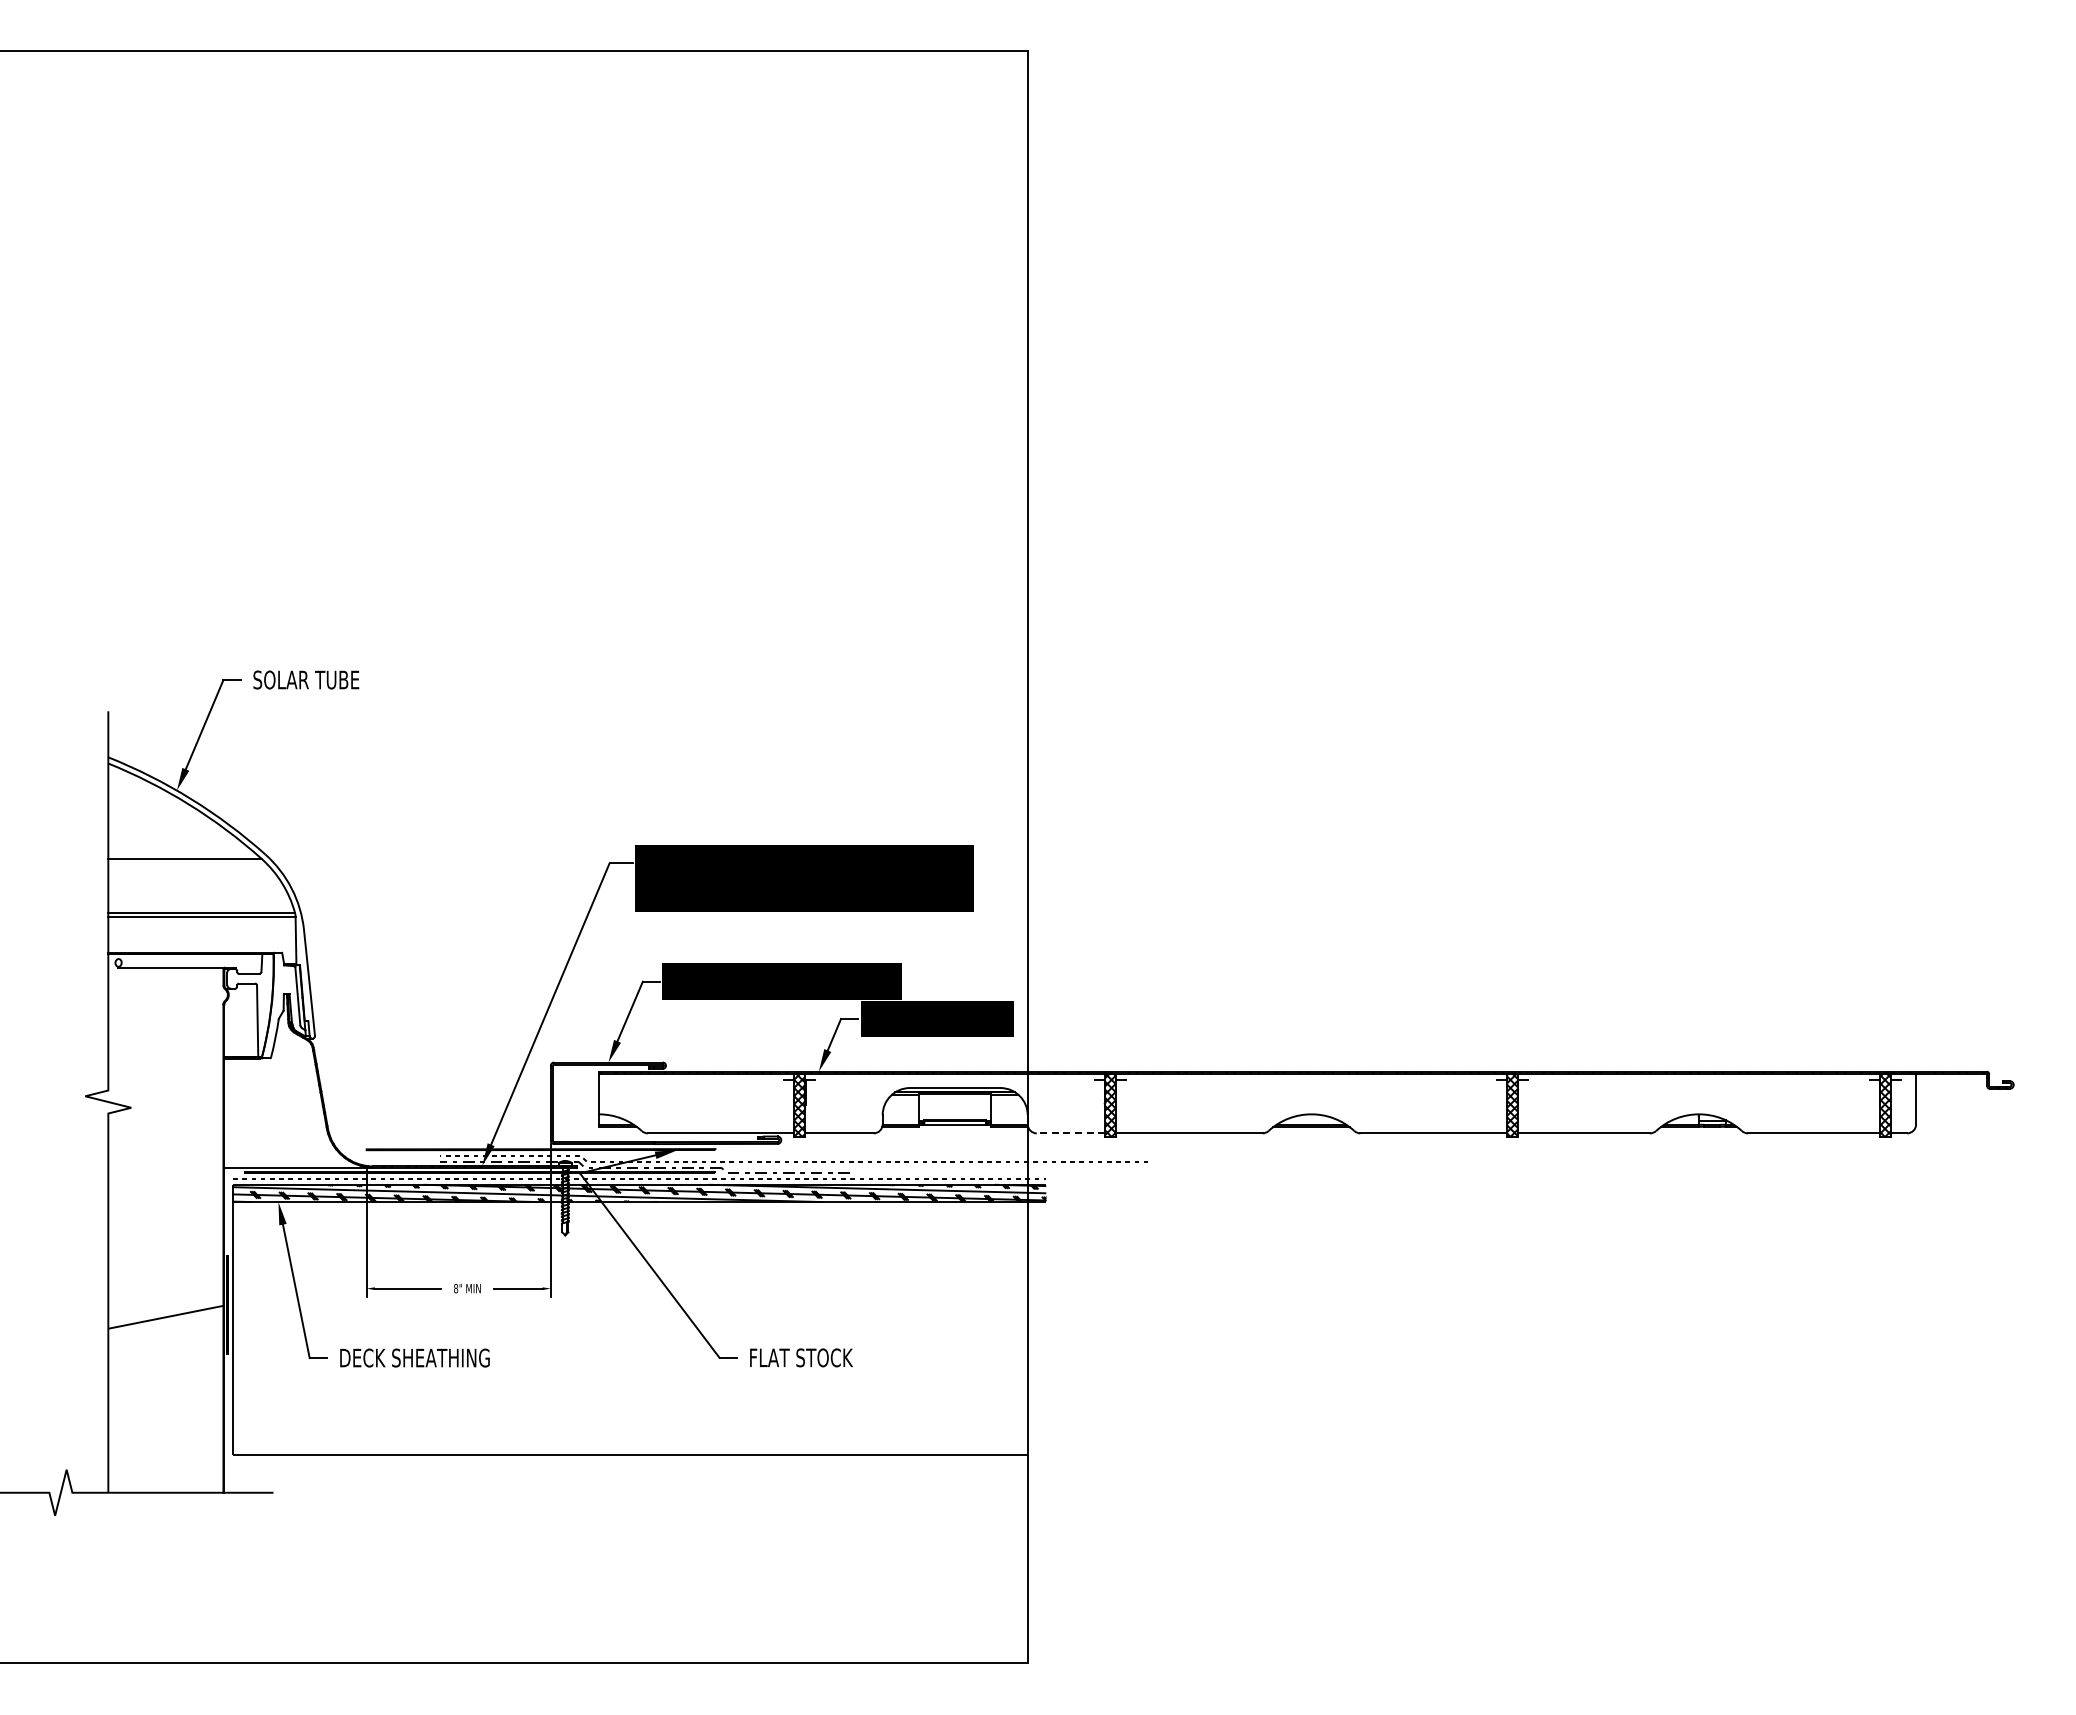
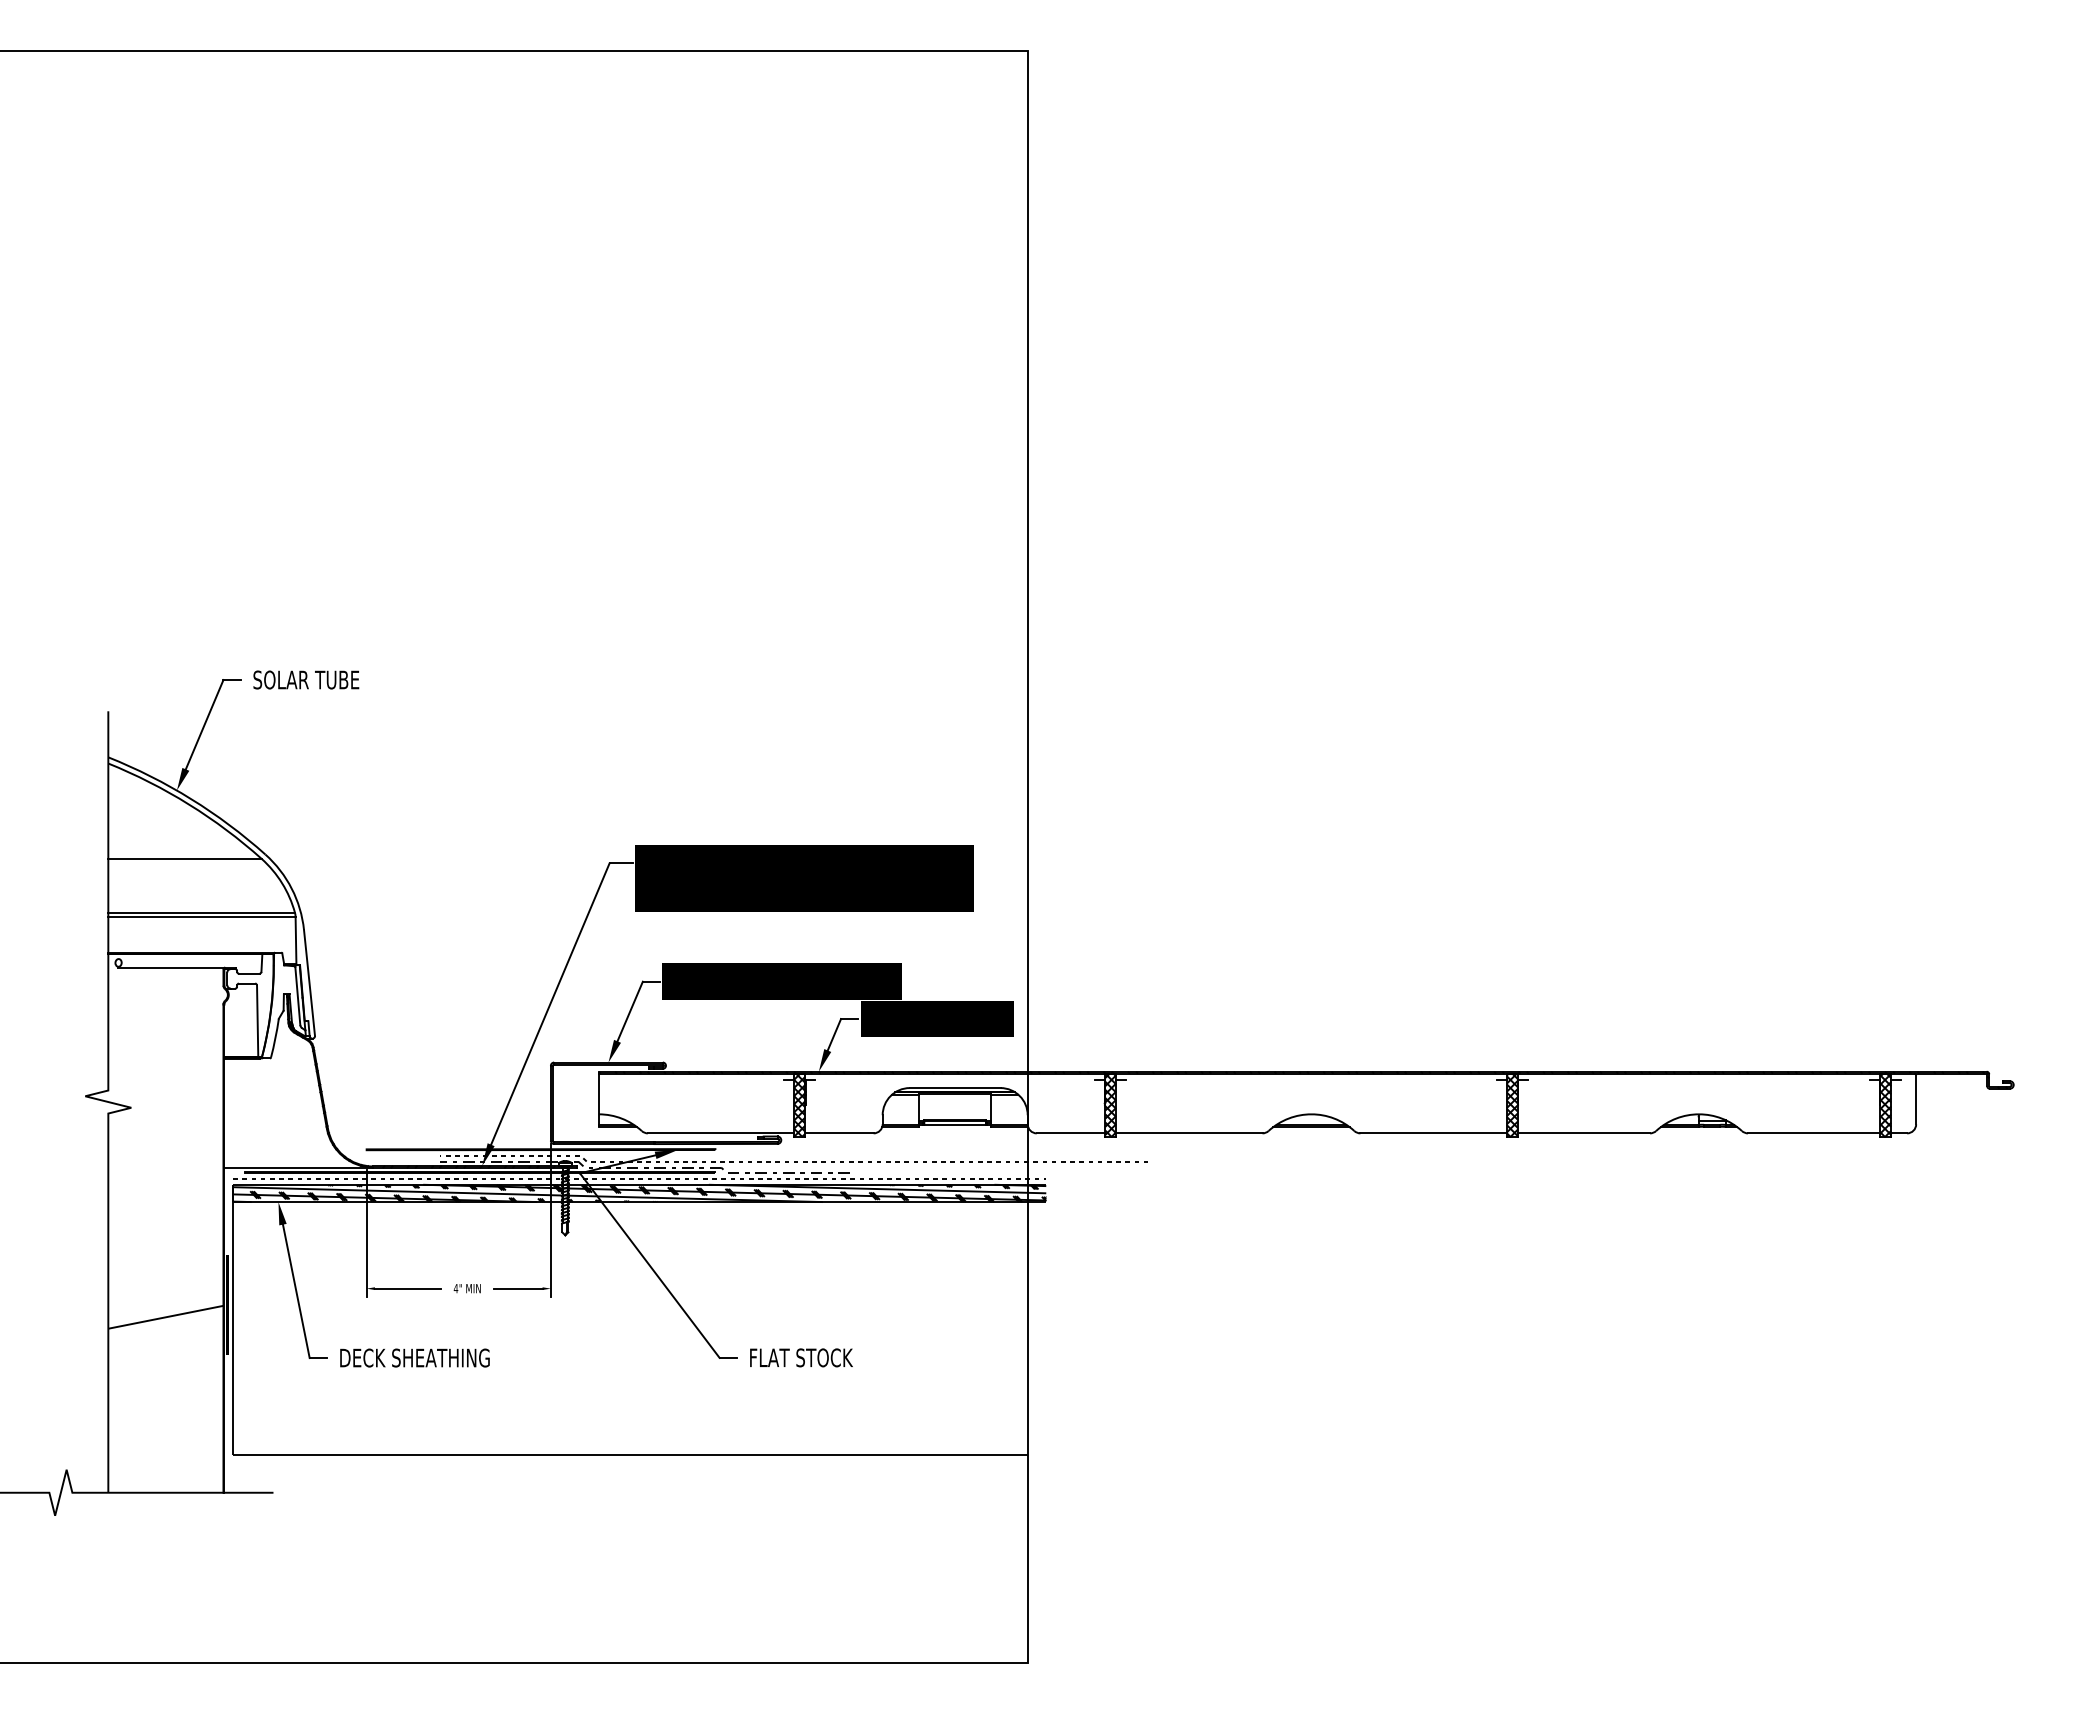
line at (1070, 1133): dashed -> solid
text at (455, 1288): 8" -> 4"
